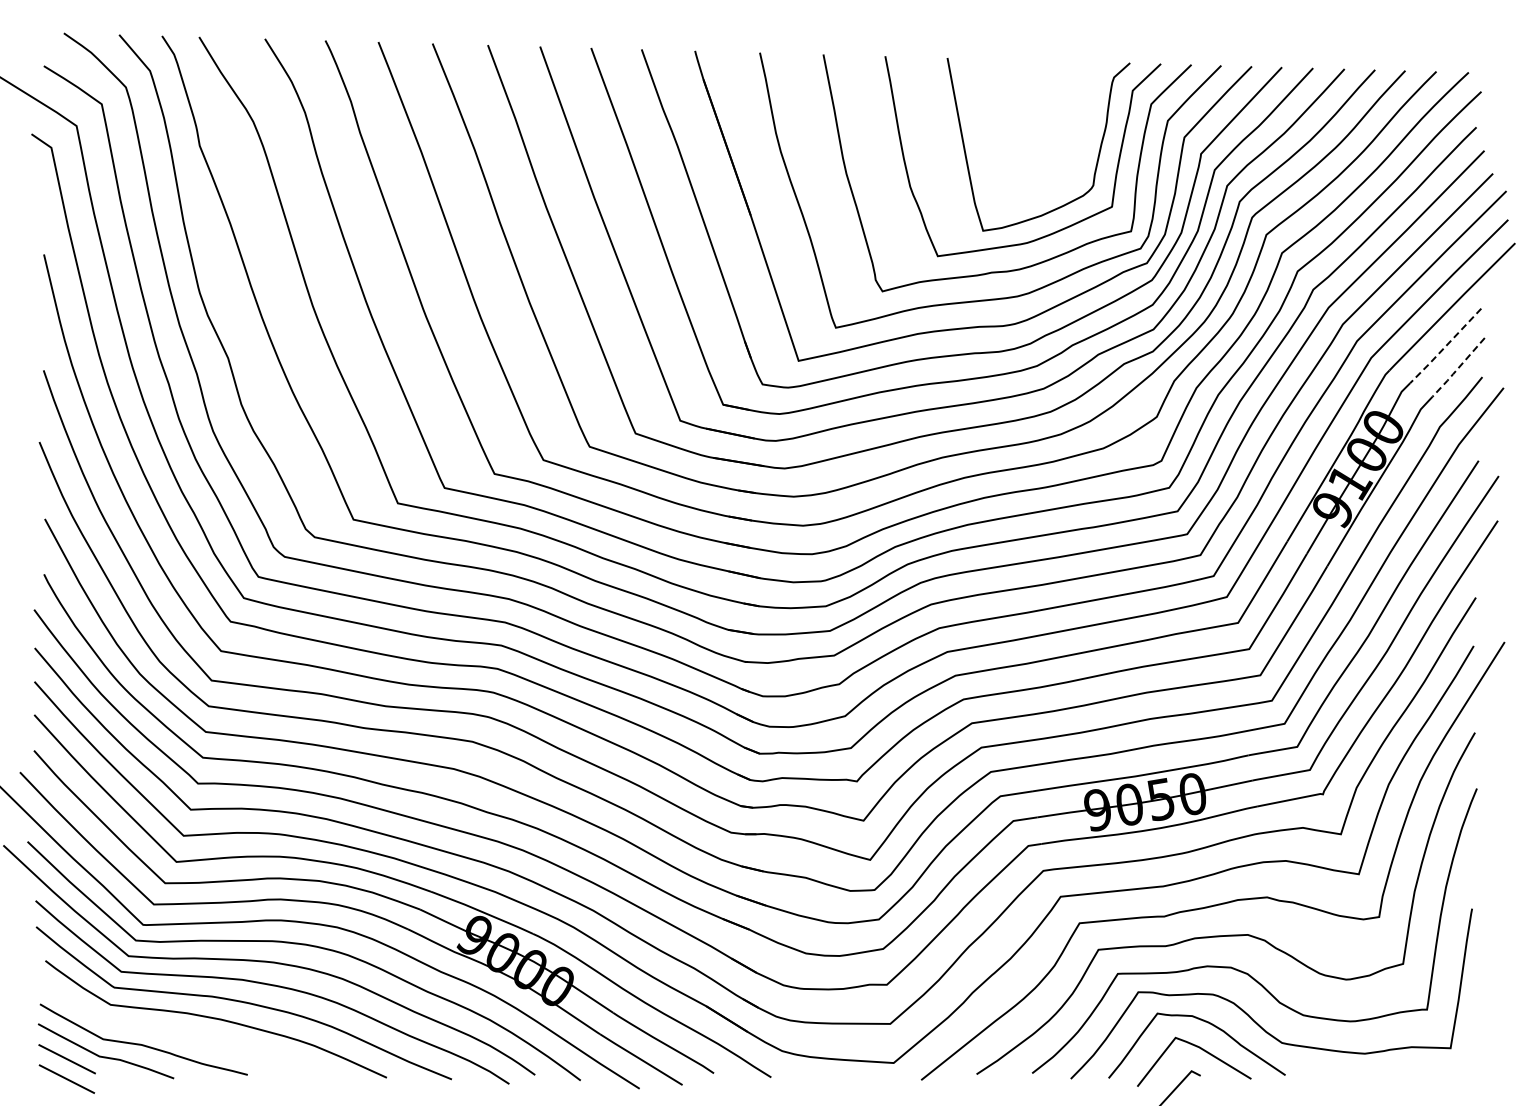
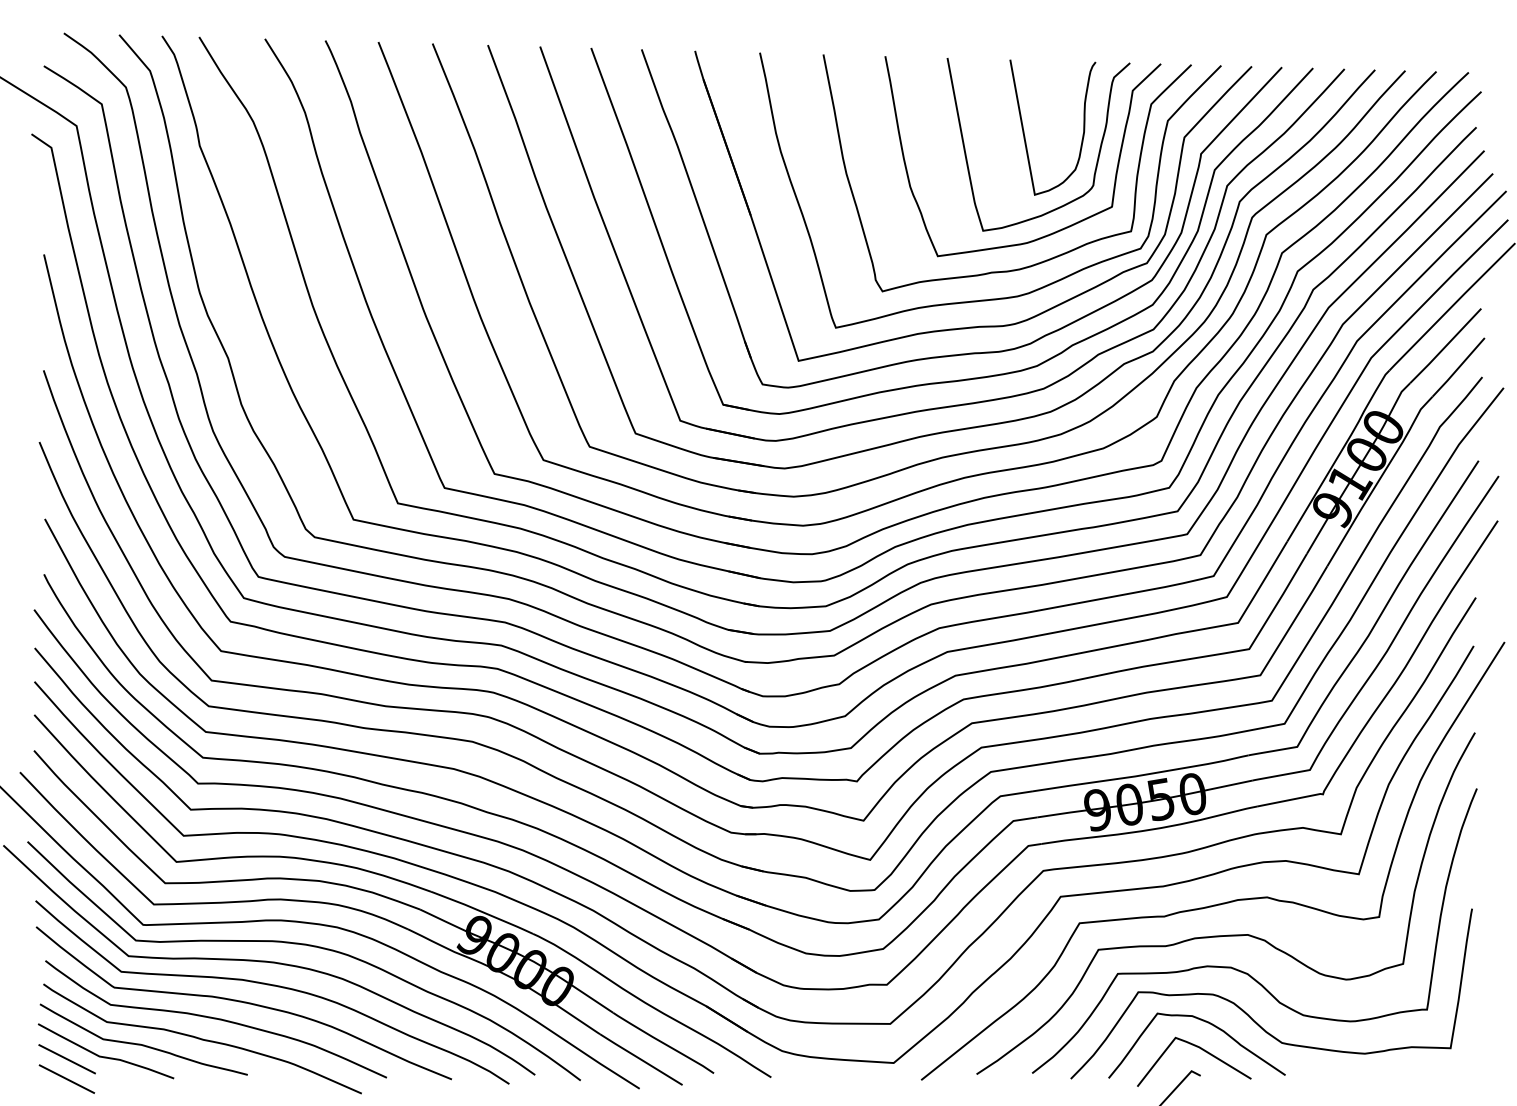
curve at (1024, 130): none -> present
line at (1445, 346): dashed -> solid
line at (1457, 368): dashed -> solid
curve at (202, 1038): none -> present
